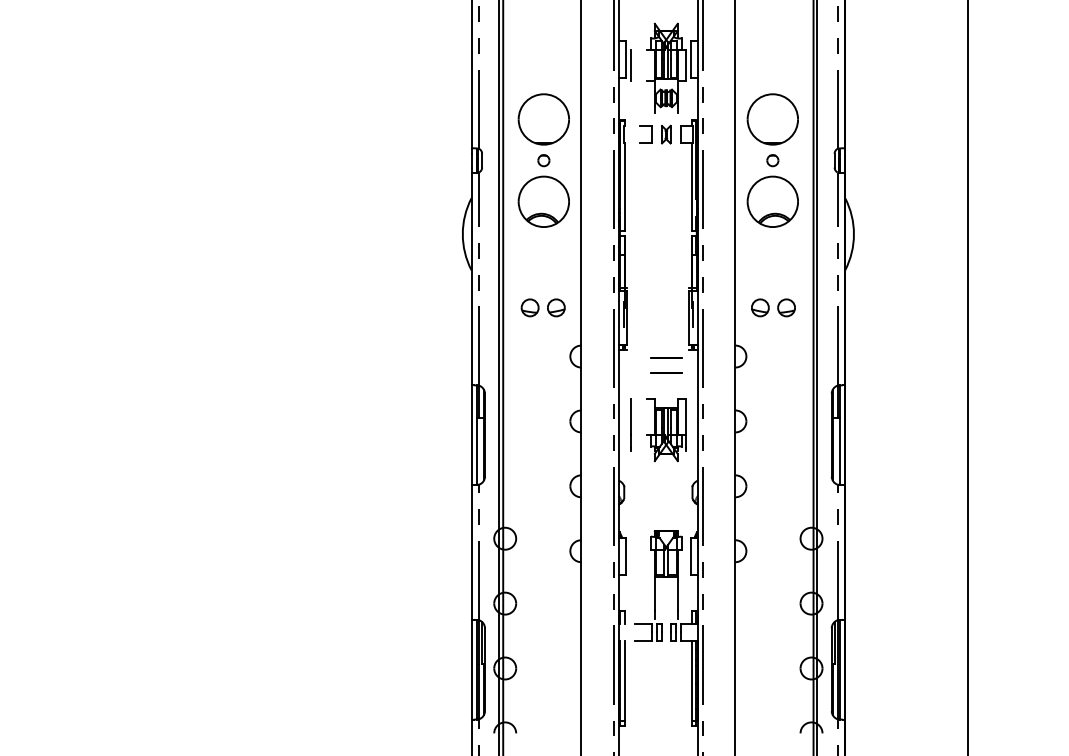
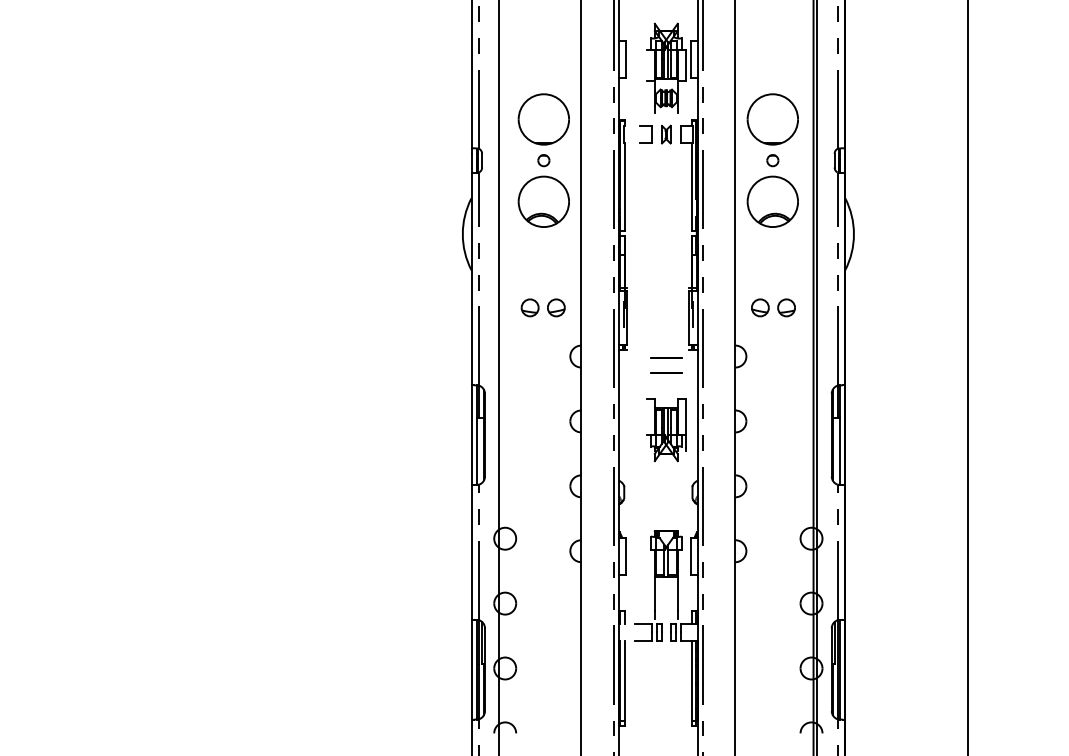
line at (631, 64): present -> none
line at (503, 377): present -> none
line at (630, 424): present -> none
